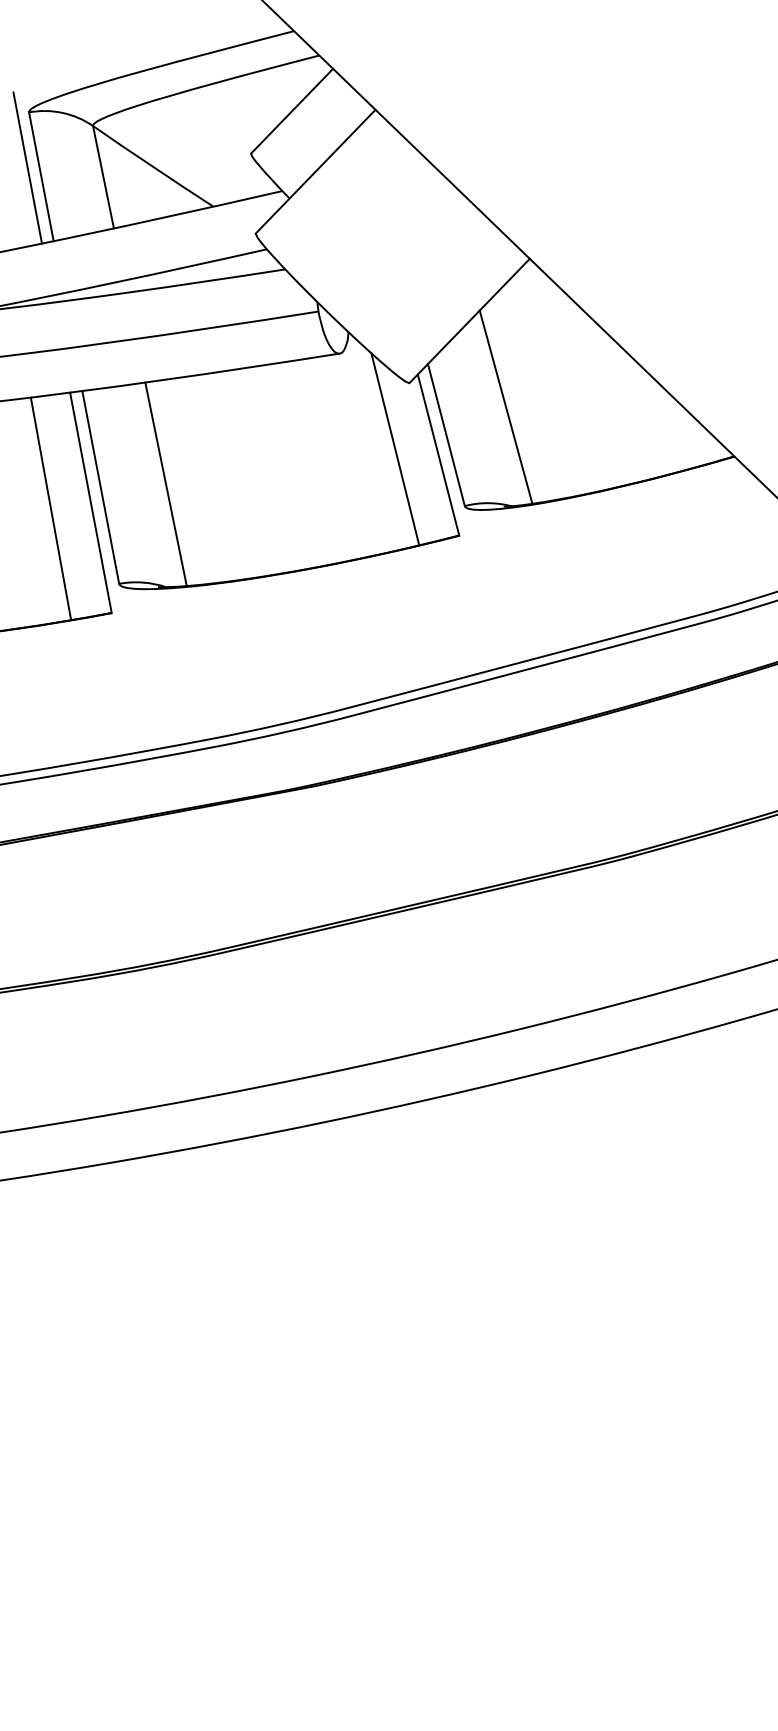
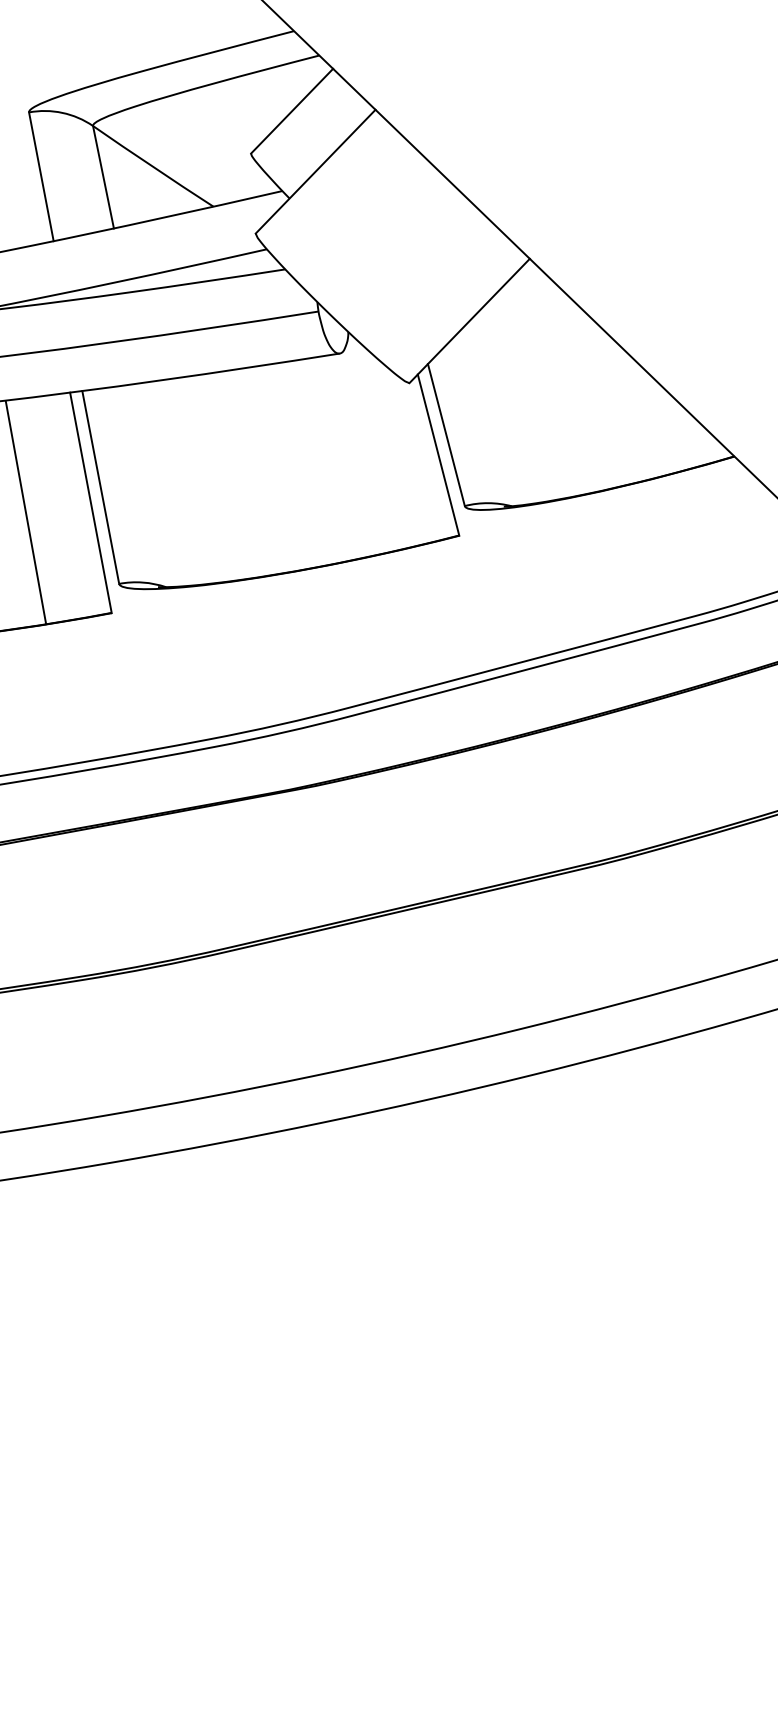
line at (27, 167): present -> none
line at (505, 406): present -> none
line at (395, 449): present -> none
line at (165, 484): present -> none
line at (50, 508) position: (50, 508) -> (25, 512)
